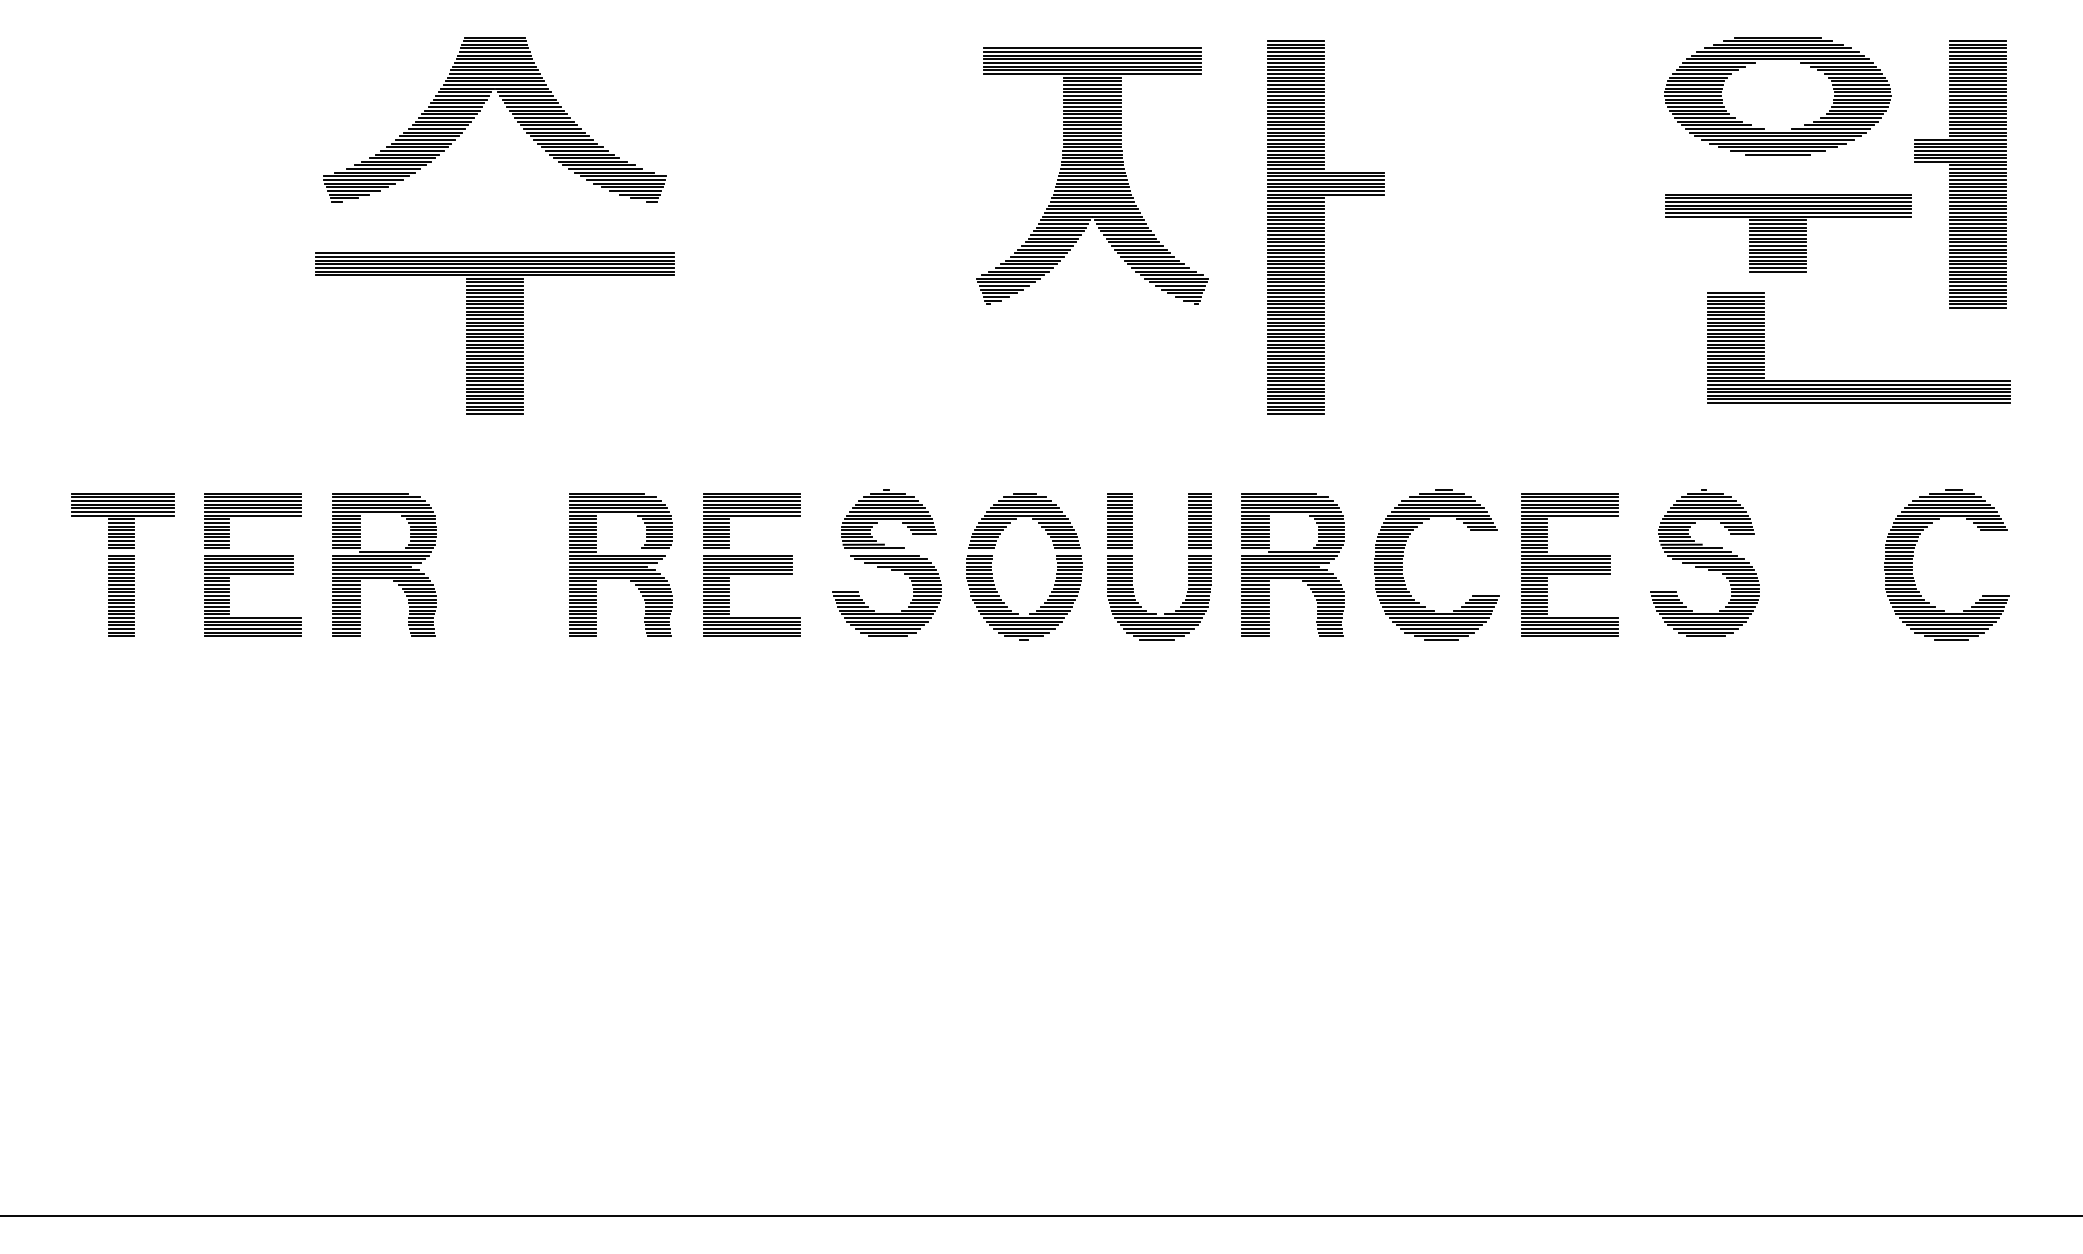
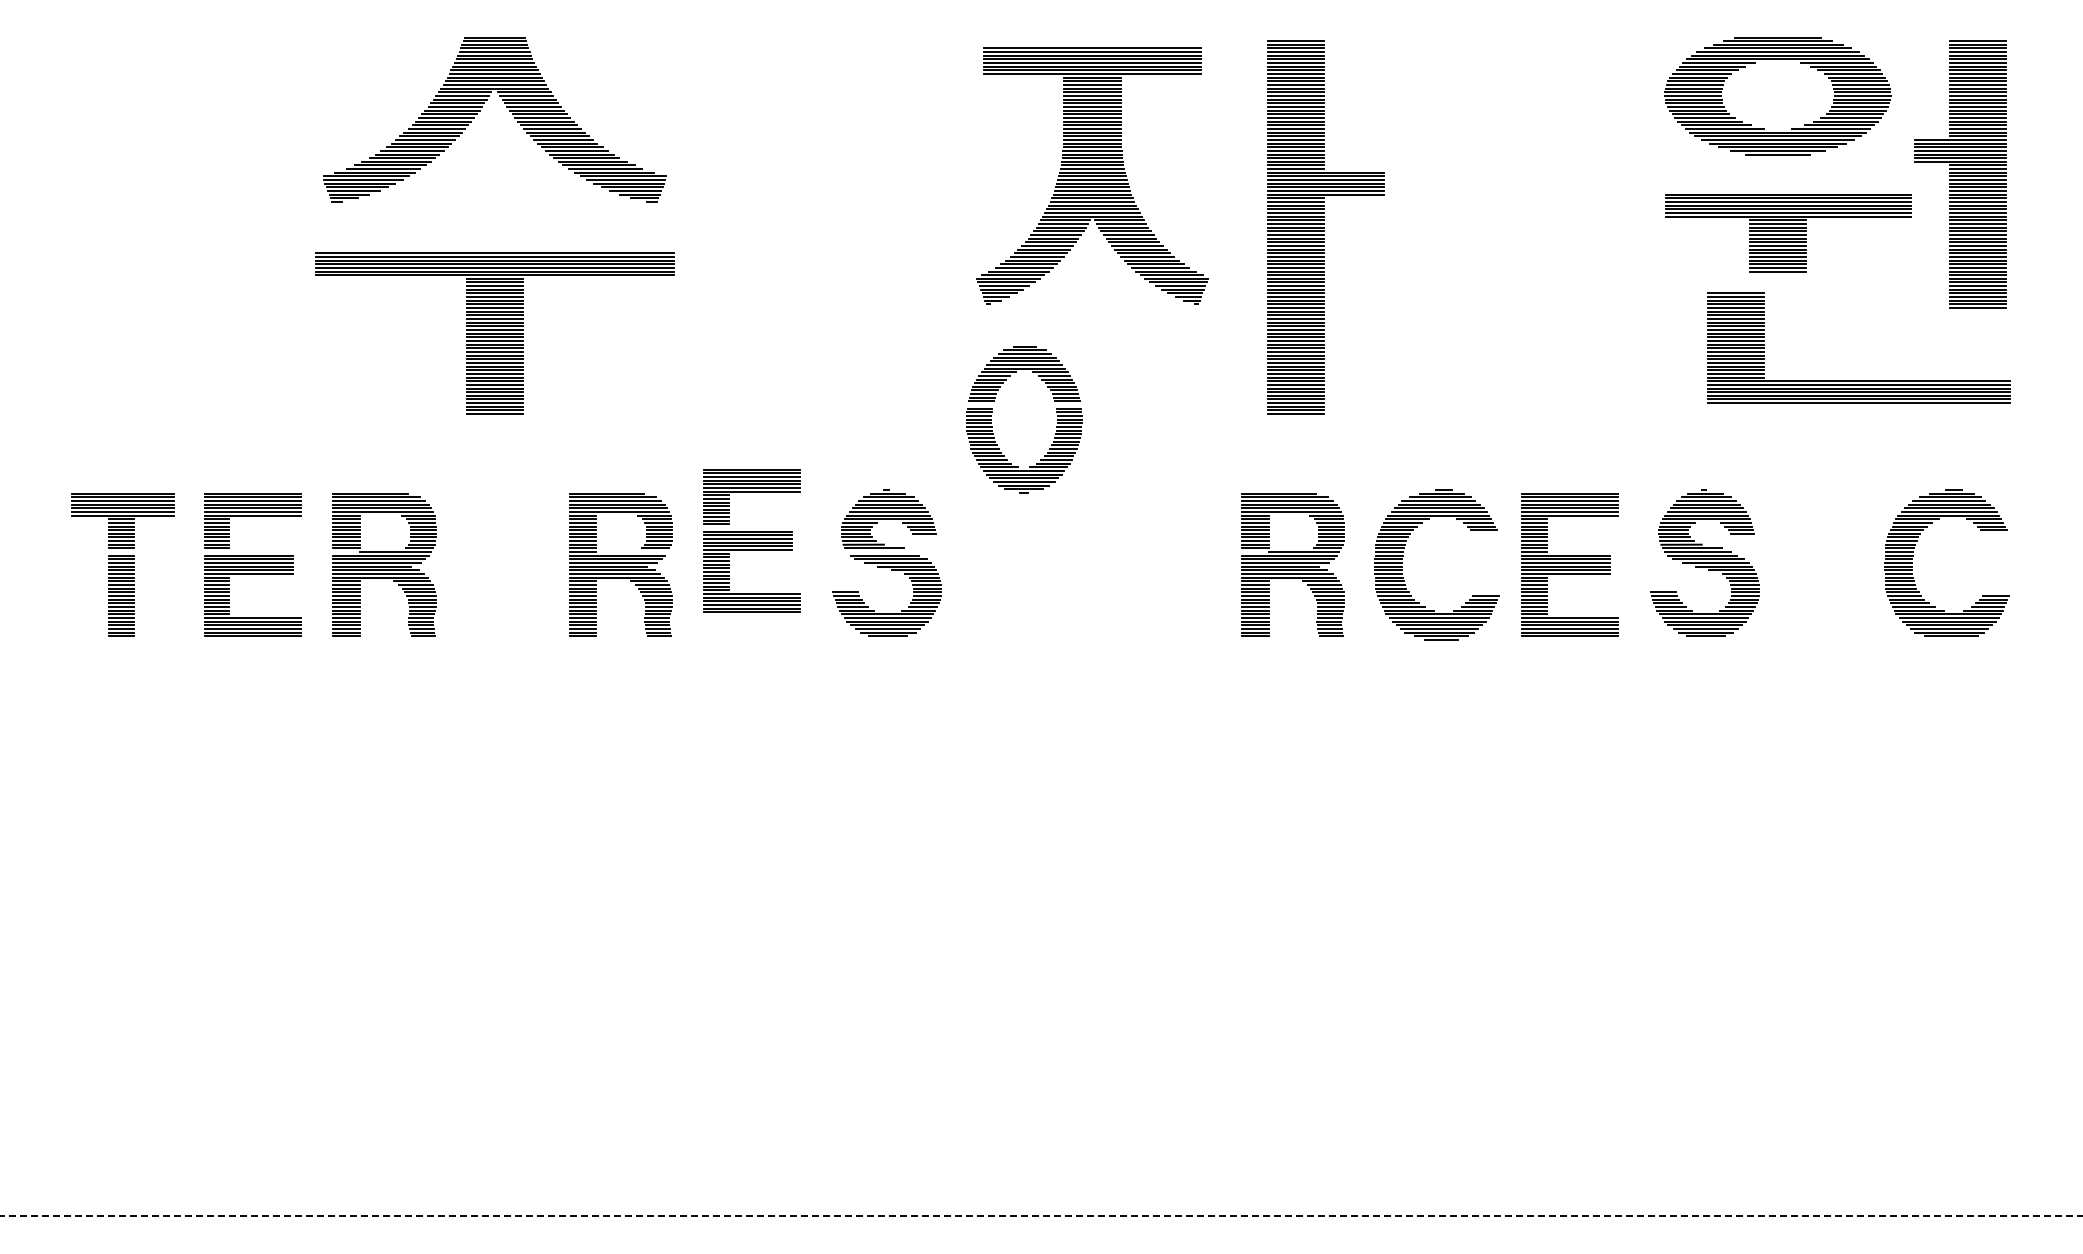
part at (992, 559) position: (992, 559) -> (992, 412)
part at (751, 564) position: (751, 564) -> (751, 540)
part at (1132, 566): present -> none
line at (1951, 639): present -> none
line at (1041, 1216): solid -> dashed
